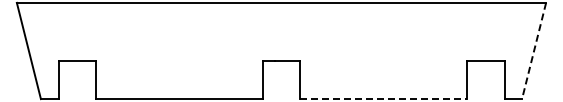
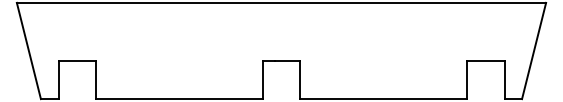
line at (534, 51): dashed -> solid
line at (383, 99): dashed -> solid
